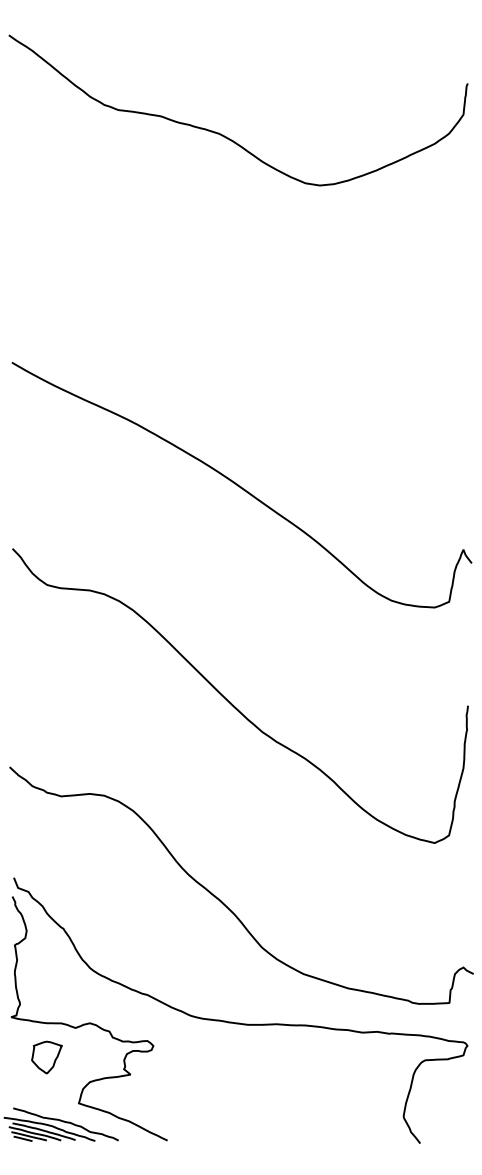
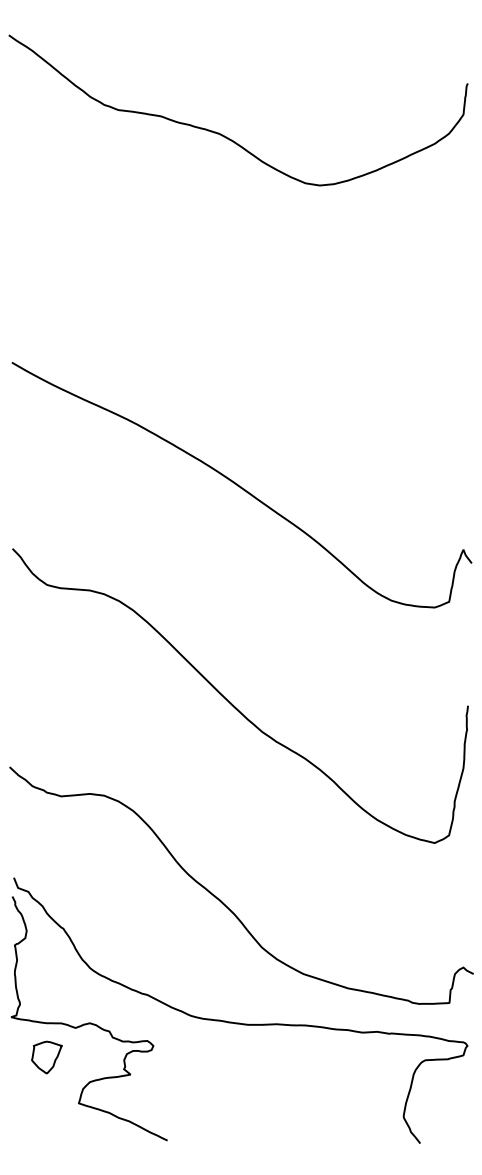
part at (60, 1124): present -> none
